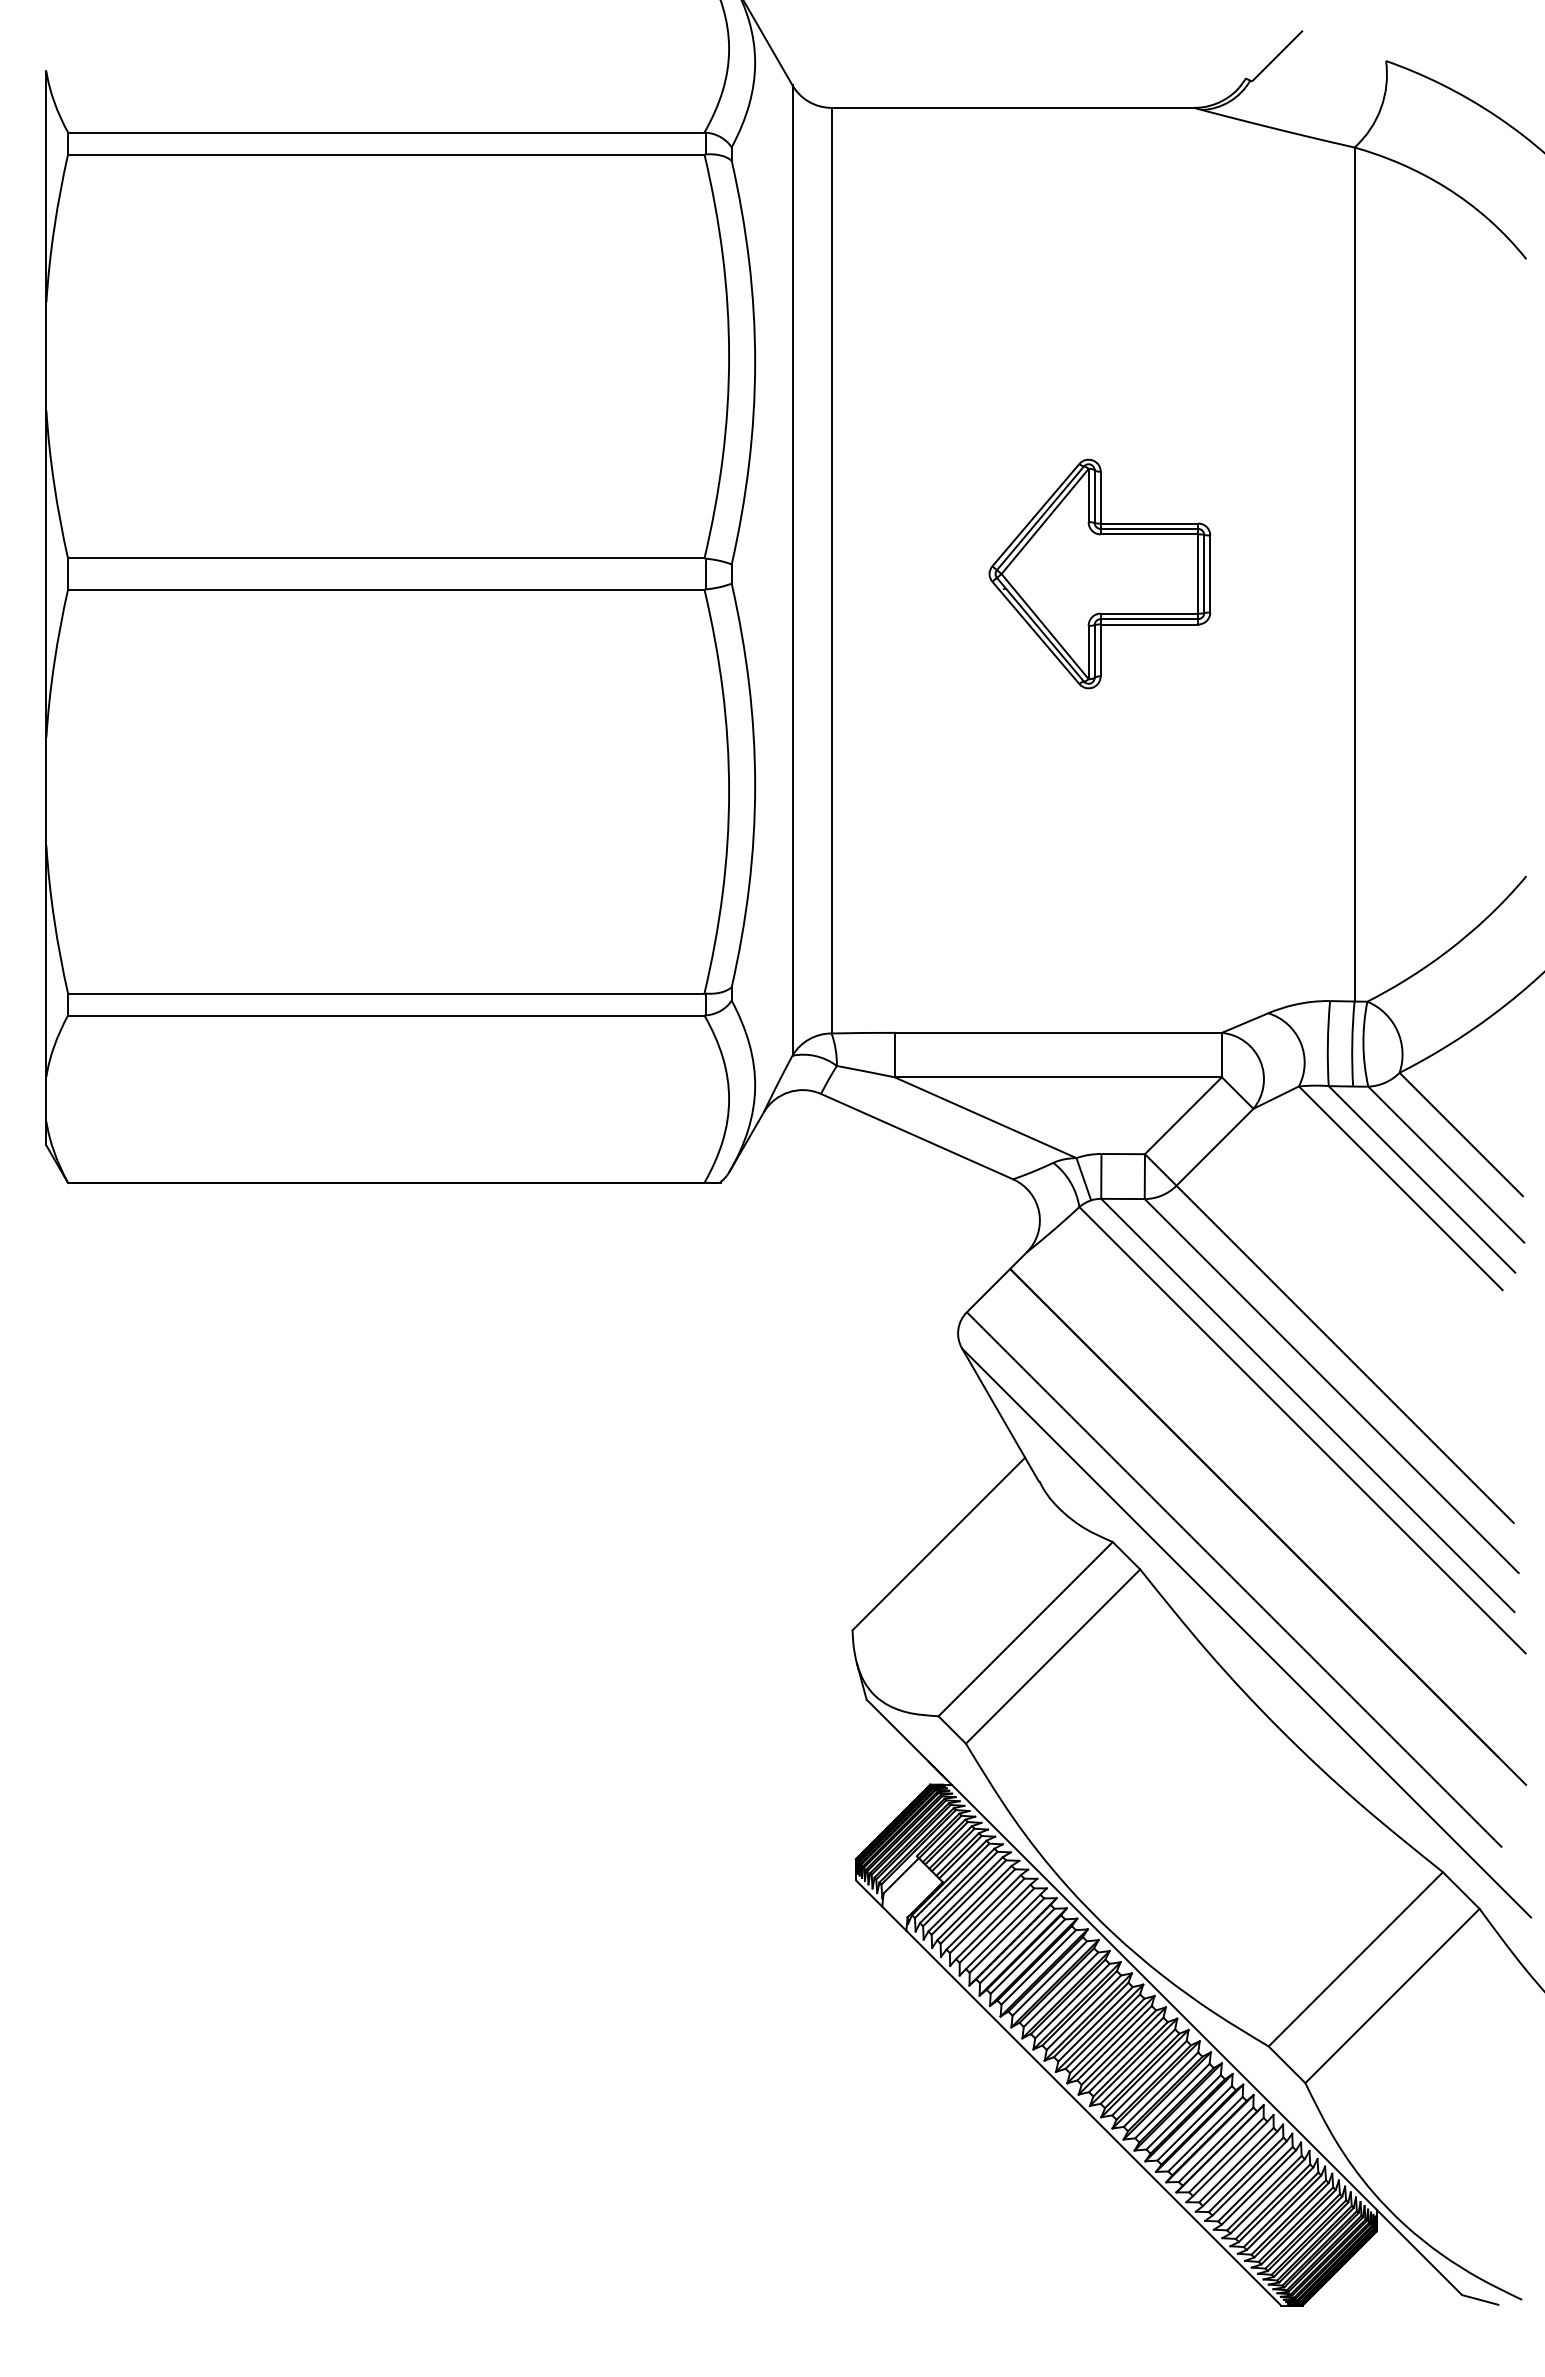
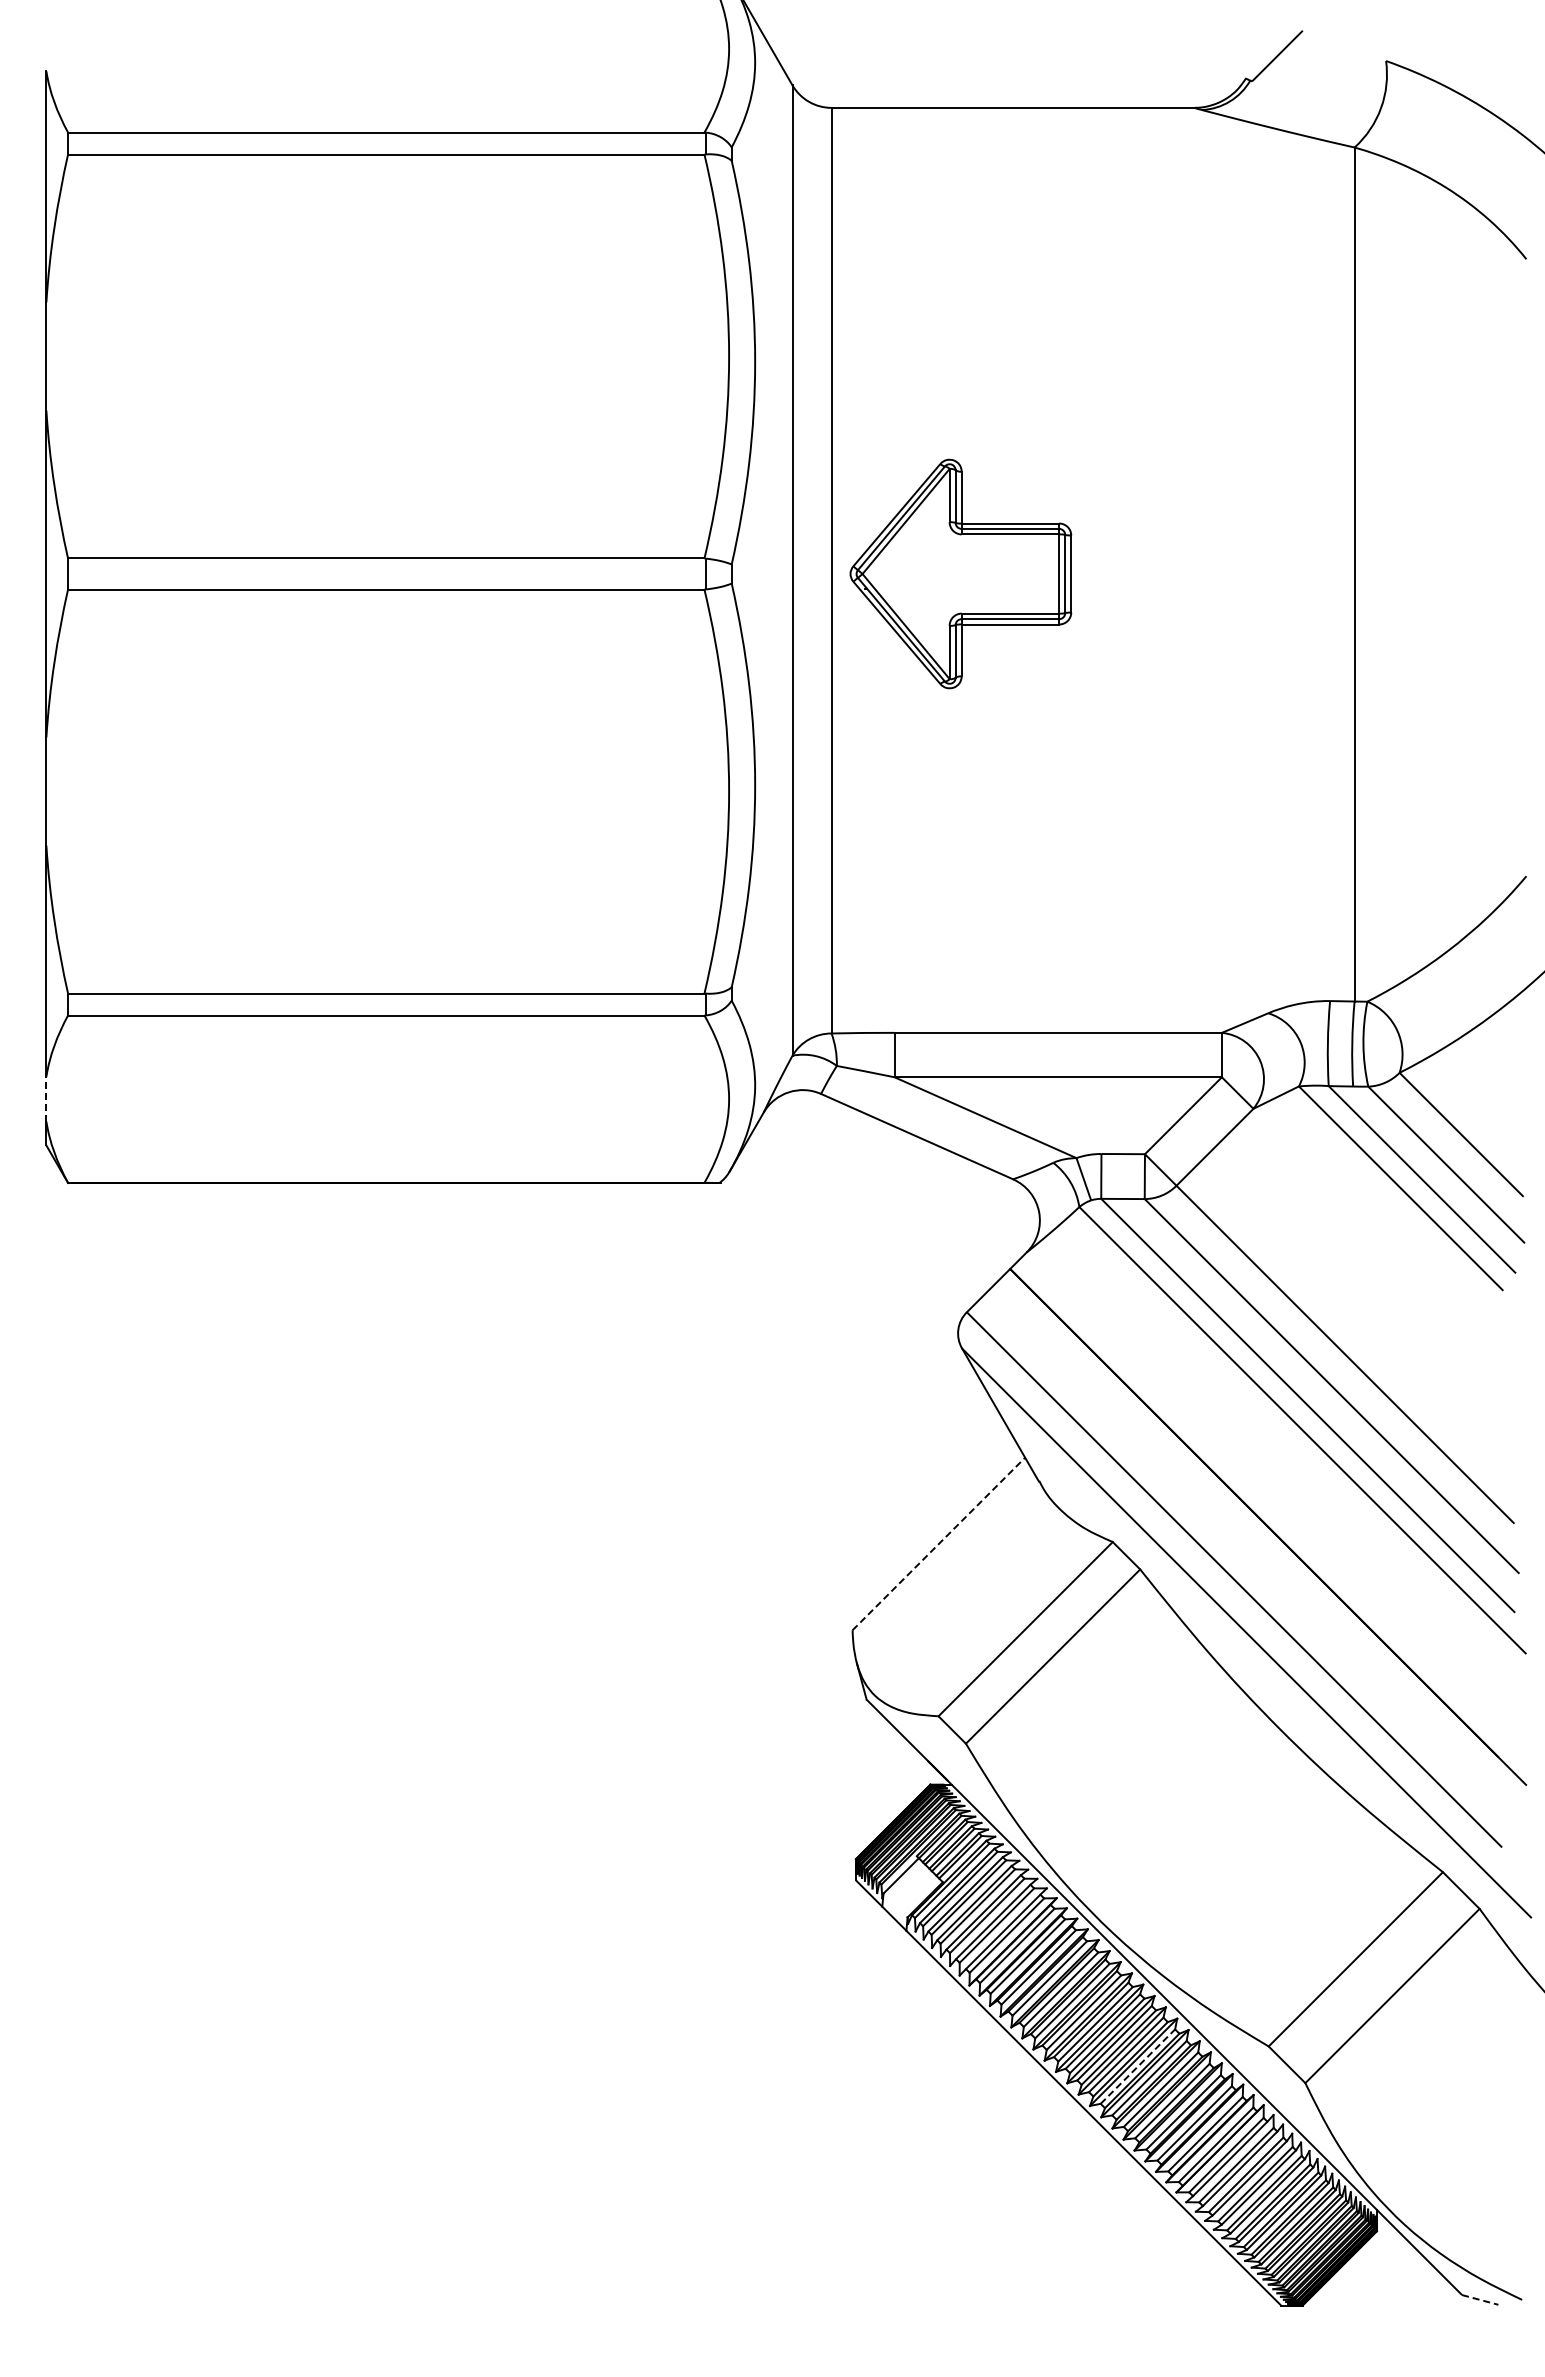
part at (1099, 573) position: (1099, 573) -> (960, 573)
line at (46, 1098): solid -> dashed
line at (939, 1543): solid -> dashed
line at (1137, 2066): solid -> dashed
line at (1480, 2299): solid -> dashed
